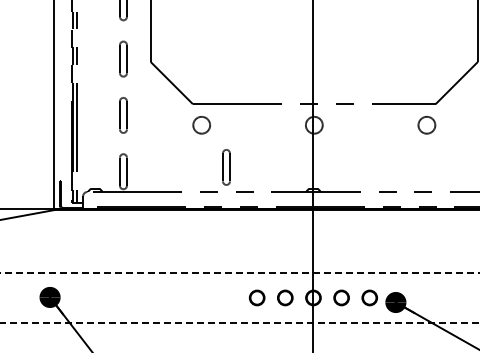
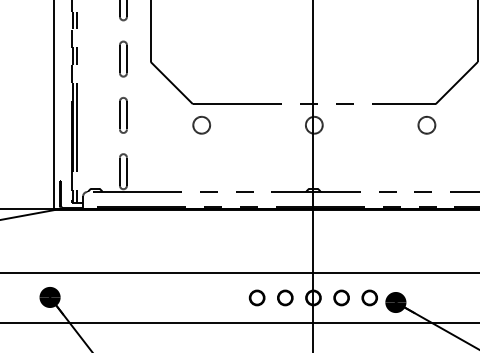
part at (226, 167): present -> none
line at (239, 273): dashed -> solid
line at (240, 322): dashed -> solid
